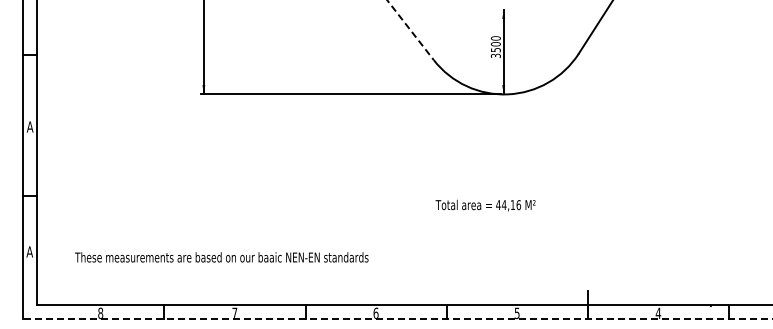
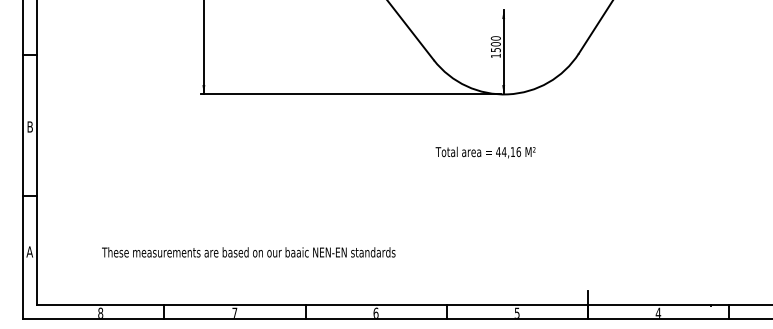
line at (410, 30): dashed -> solid
text at (495, 55): 3500 -> 1500
text at (29, 126): A -> B
text at (485, 205) position: (485, 205) -> (485, 152)
text at (221, 257) position: (221, 257) -> (248, 252)
line at (398, 319): dashed -> solid
